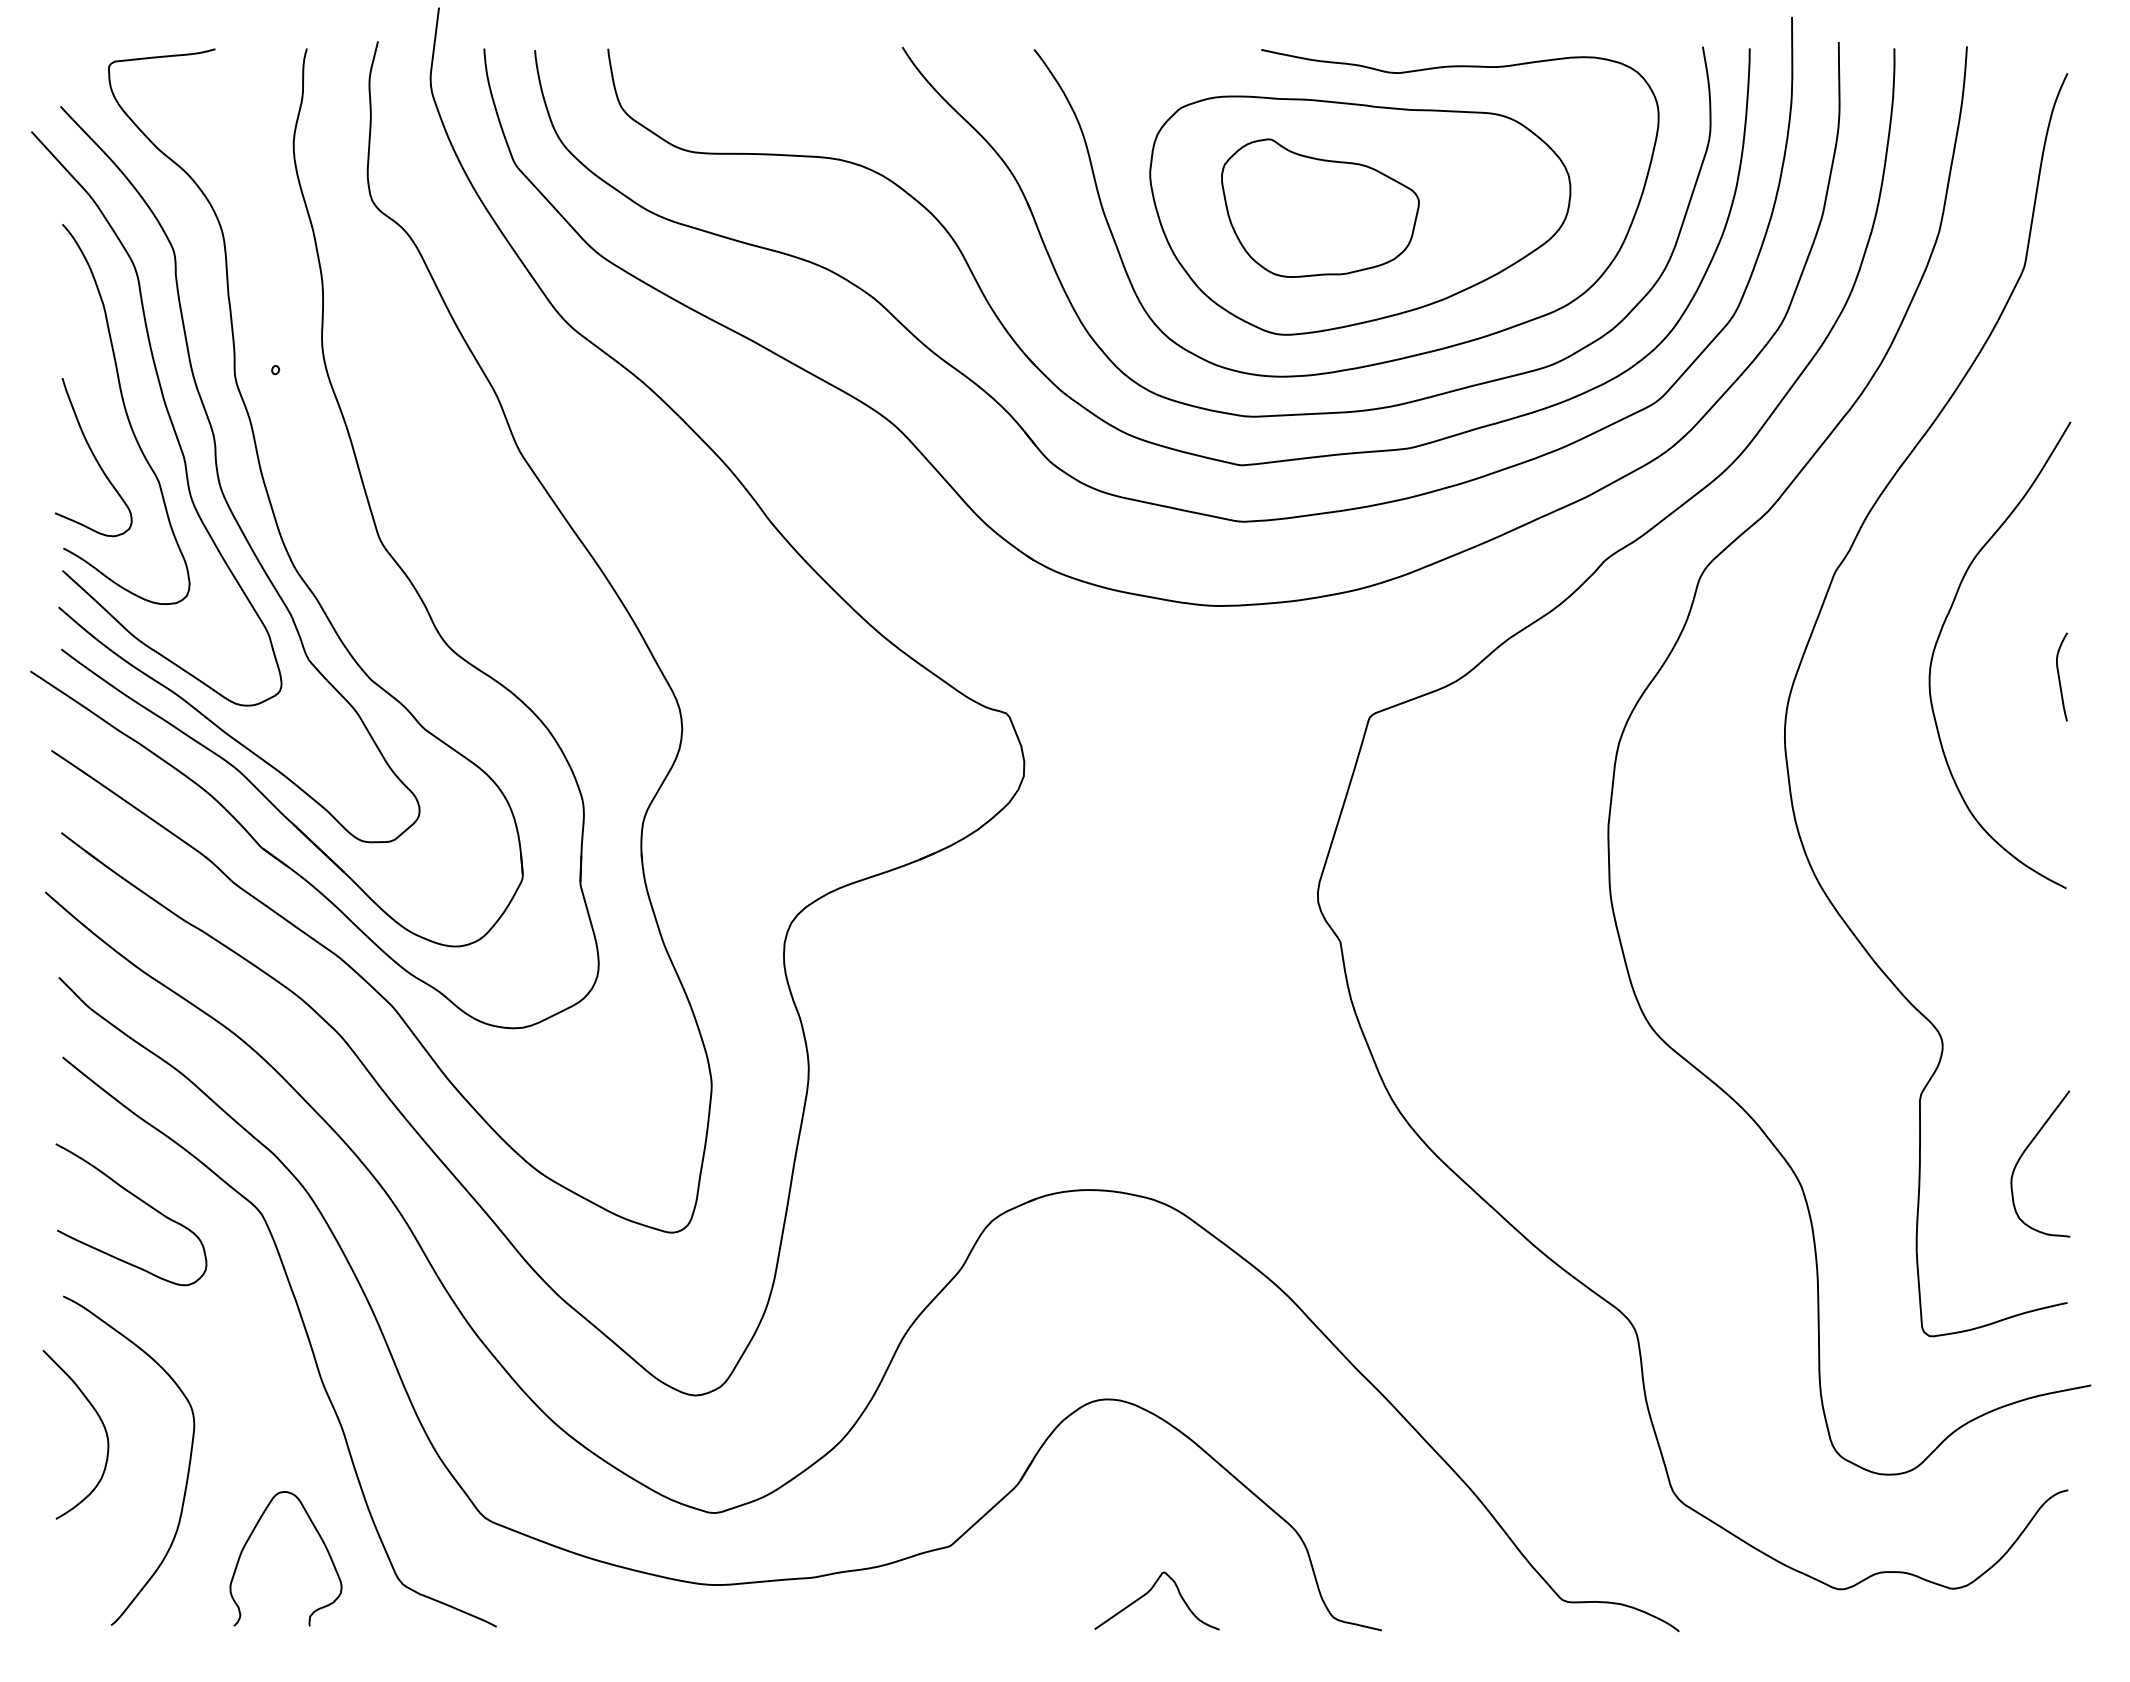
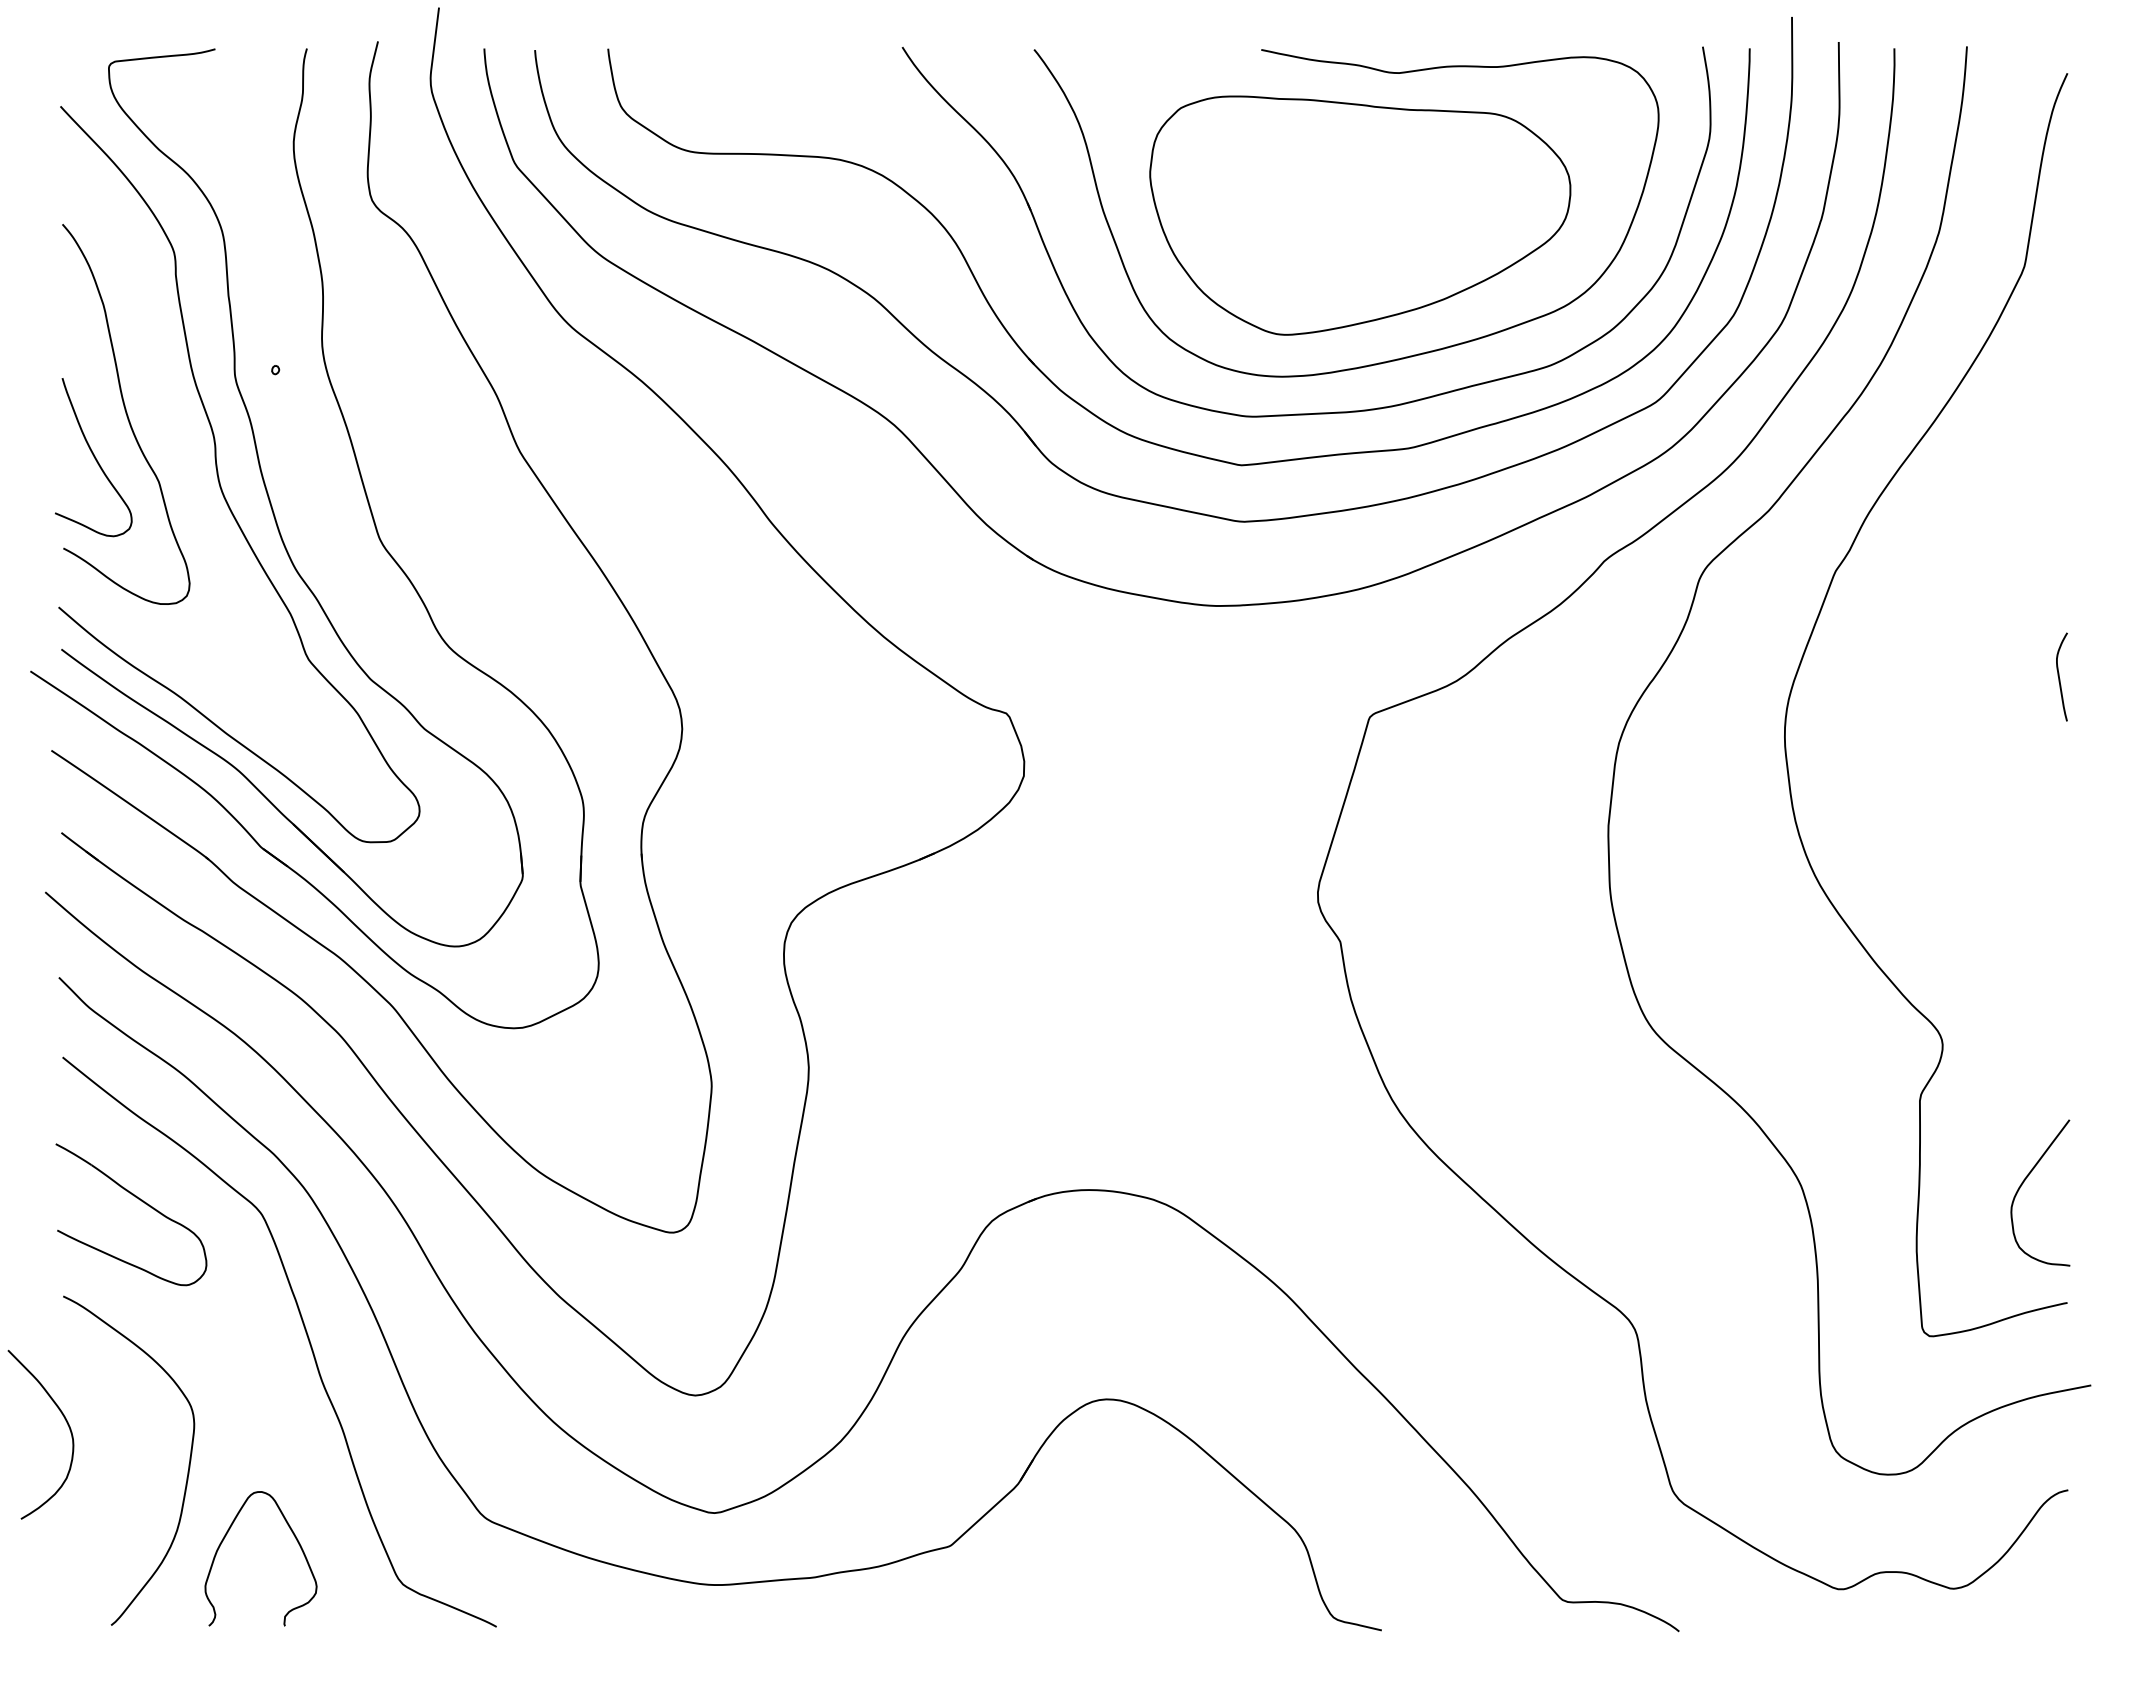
part at (1320, 207): present -> none
curve at (167, 414): present -> none
curve at (1942, 630): present -> none
curve at (2024, 1153) position: (2024, 1153) -> (2024, 1182)
curve at (101, 1423) position: (101, 1423) -> (66, 1423)
curve at (319, 1537) position: (319, 1537) -> (294, 1537)
curve at (1149, 1592): present -> none
